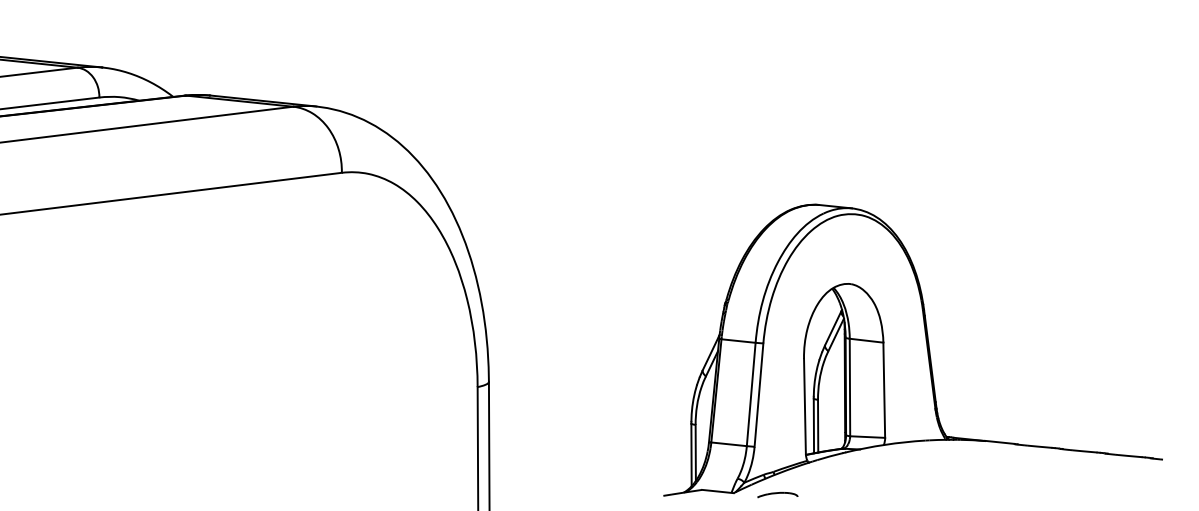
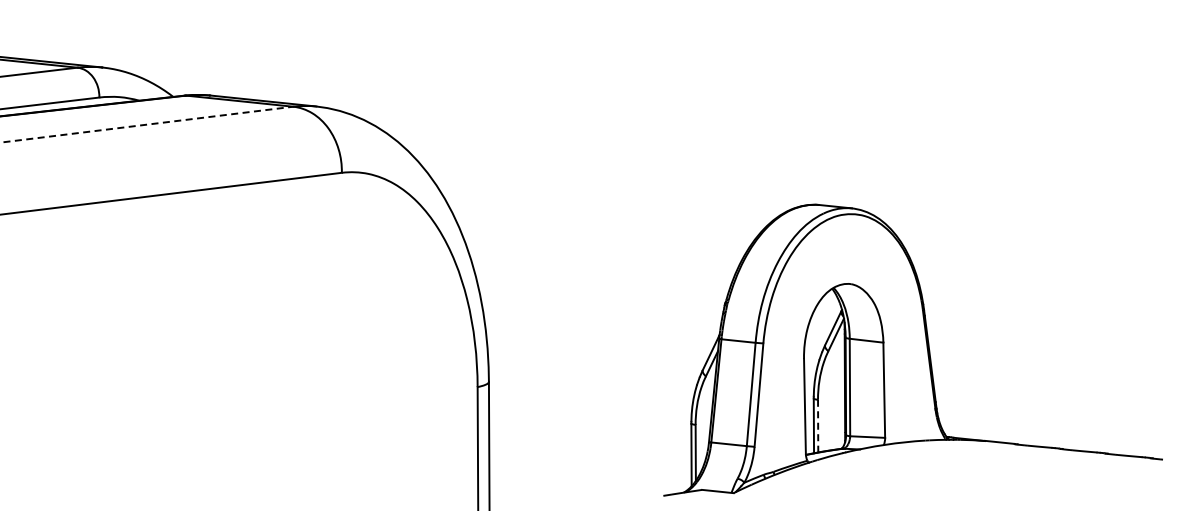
line at (146, 124): solid -> dashed
line at (818, 426): solid -> dashed
part at (777, 495): present -> none
